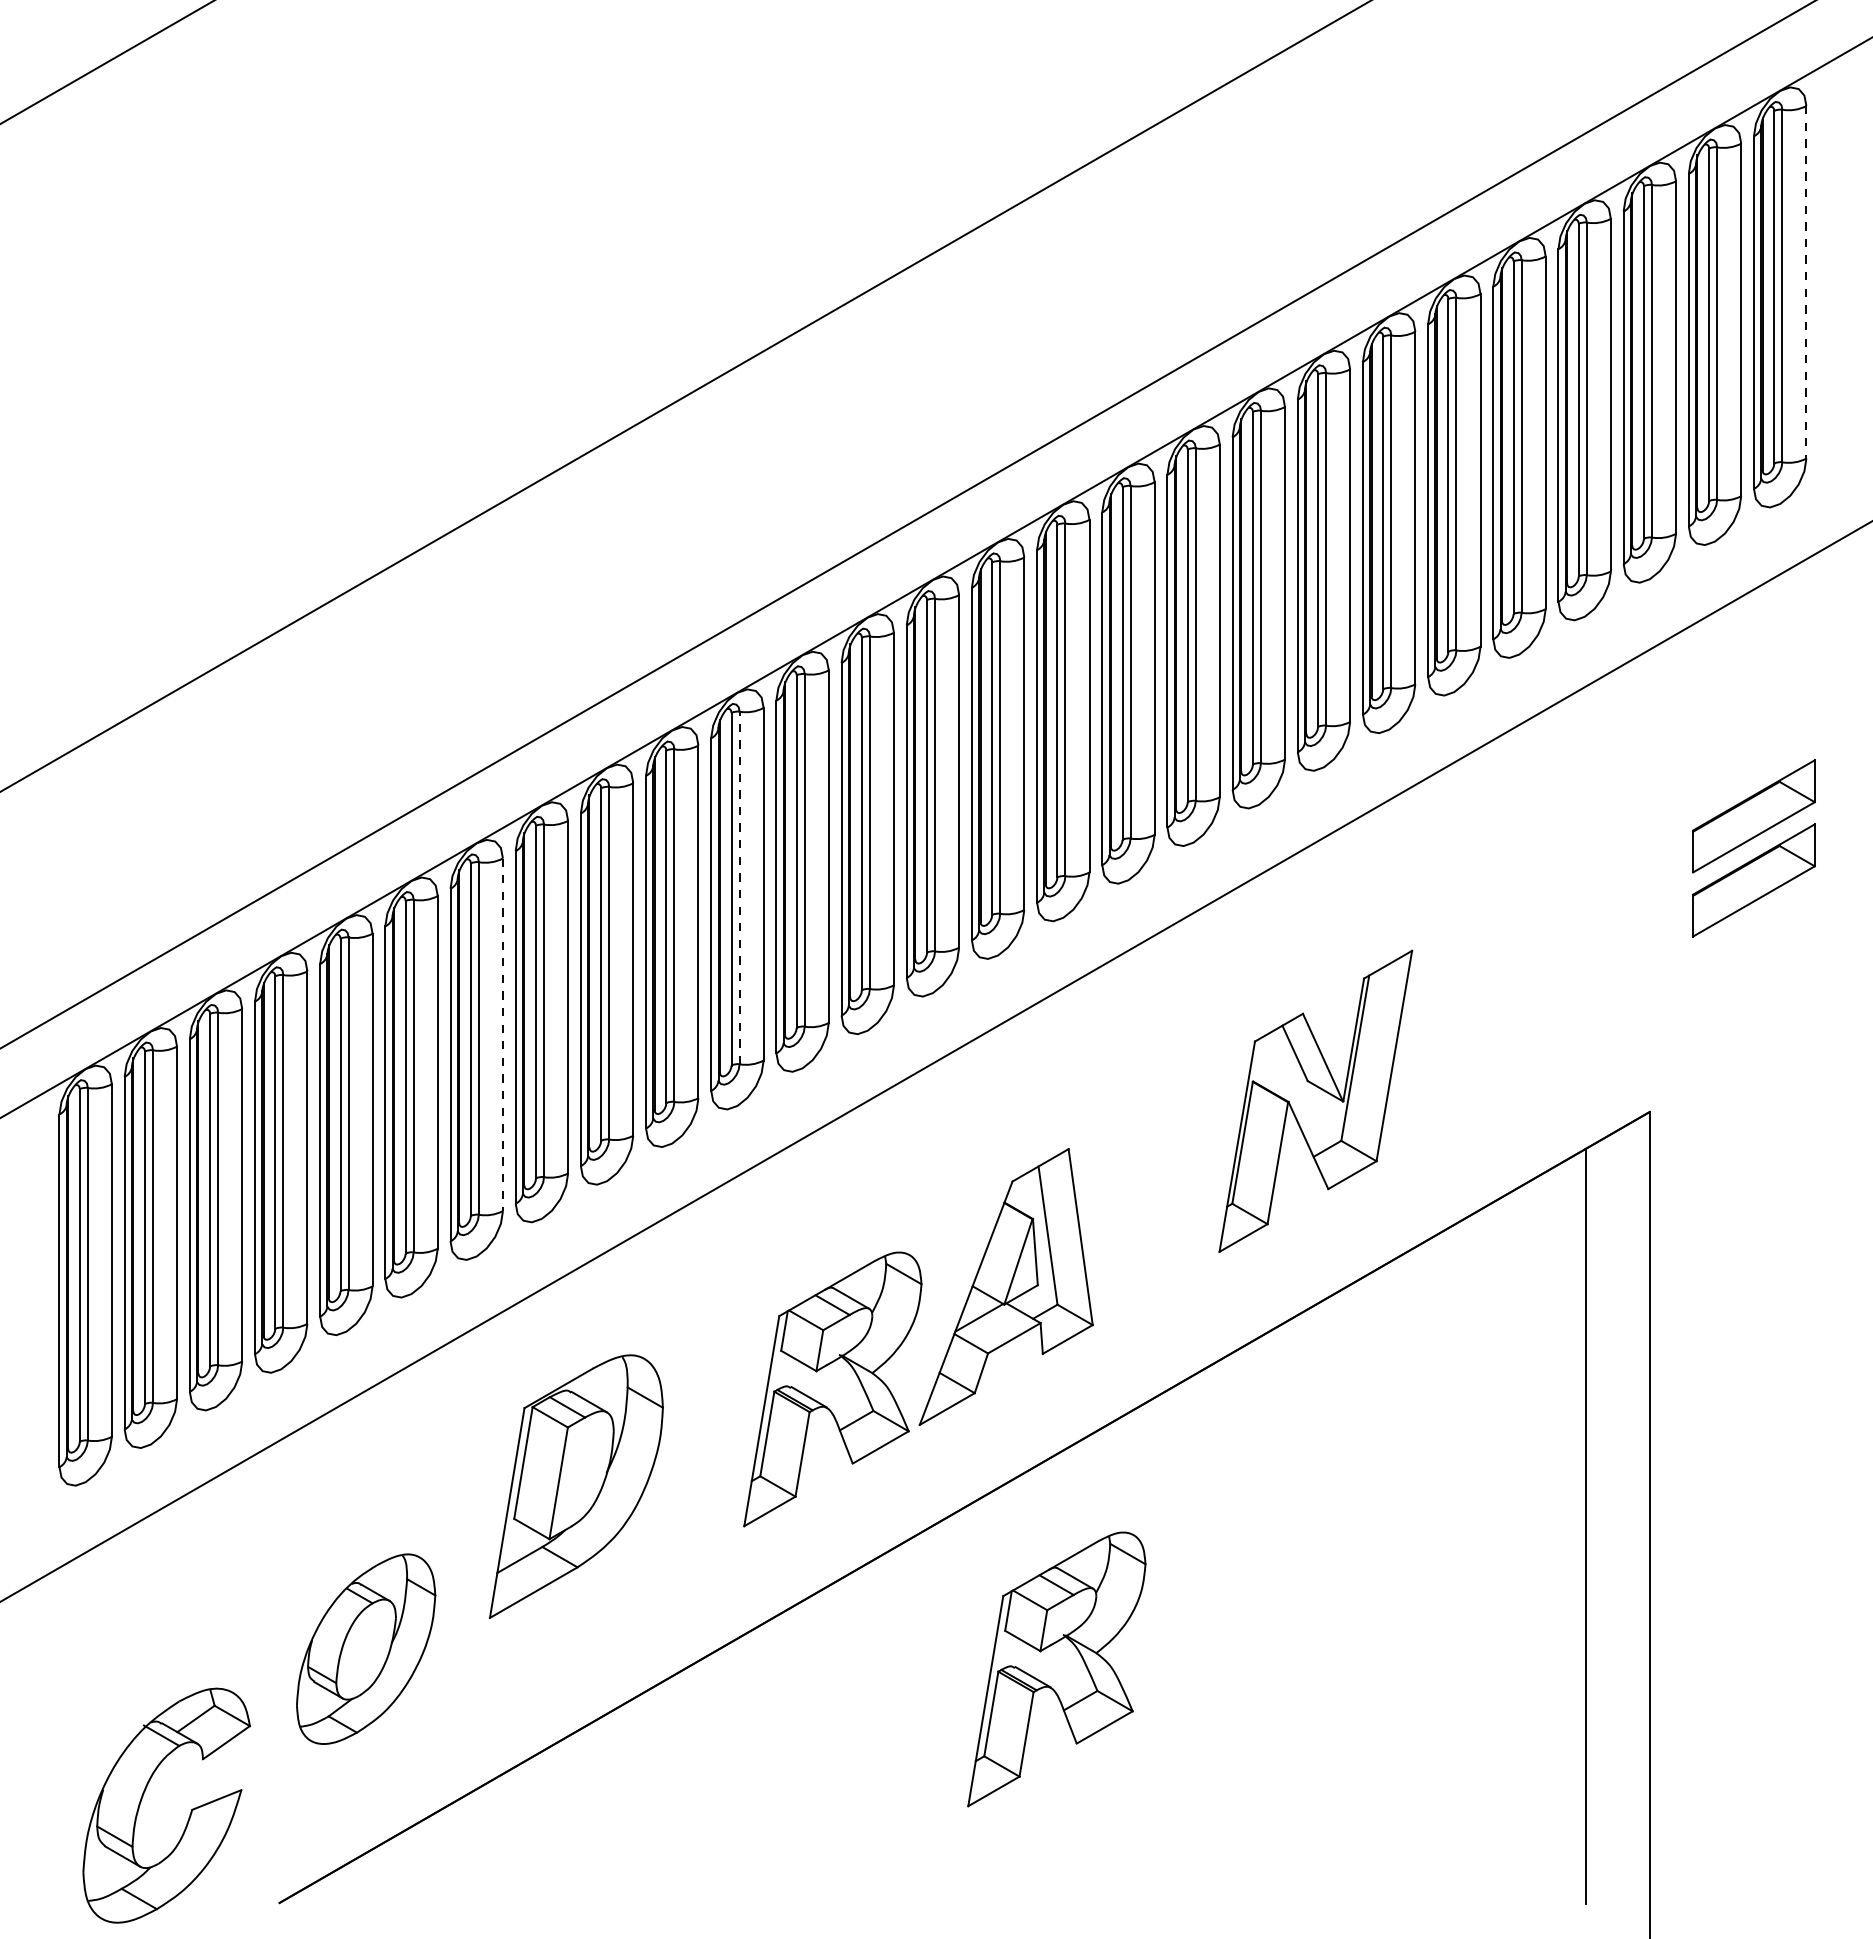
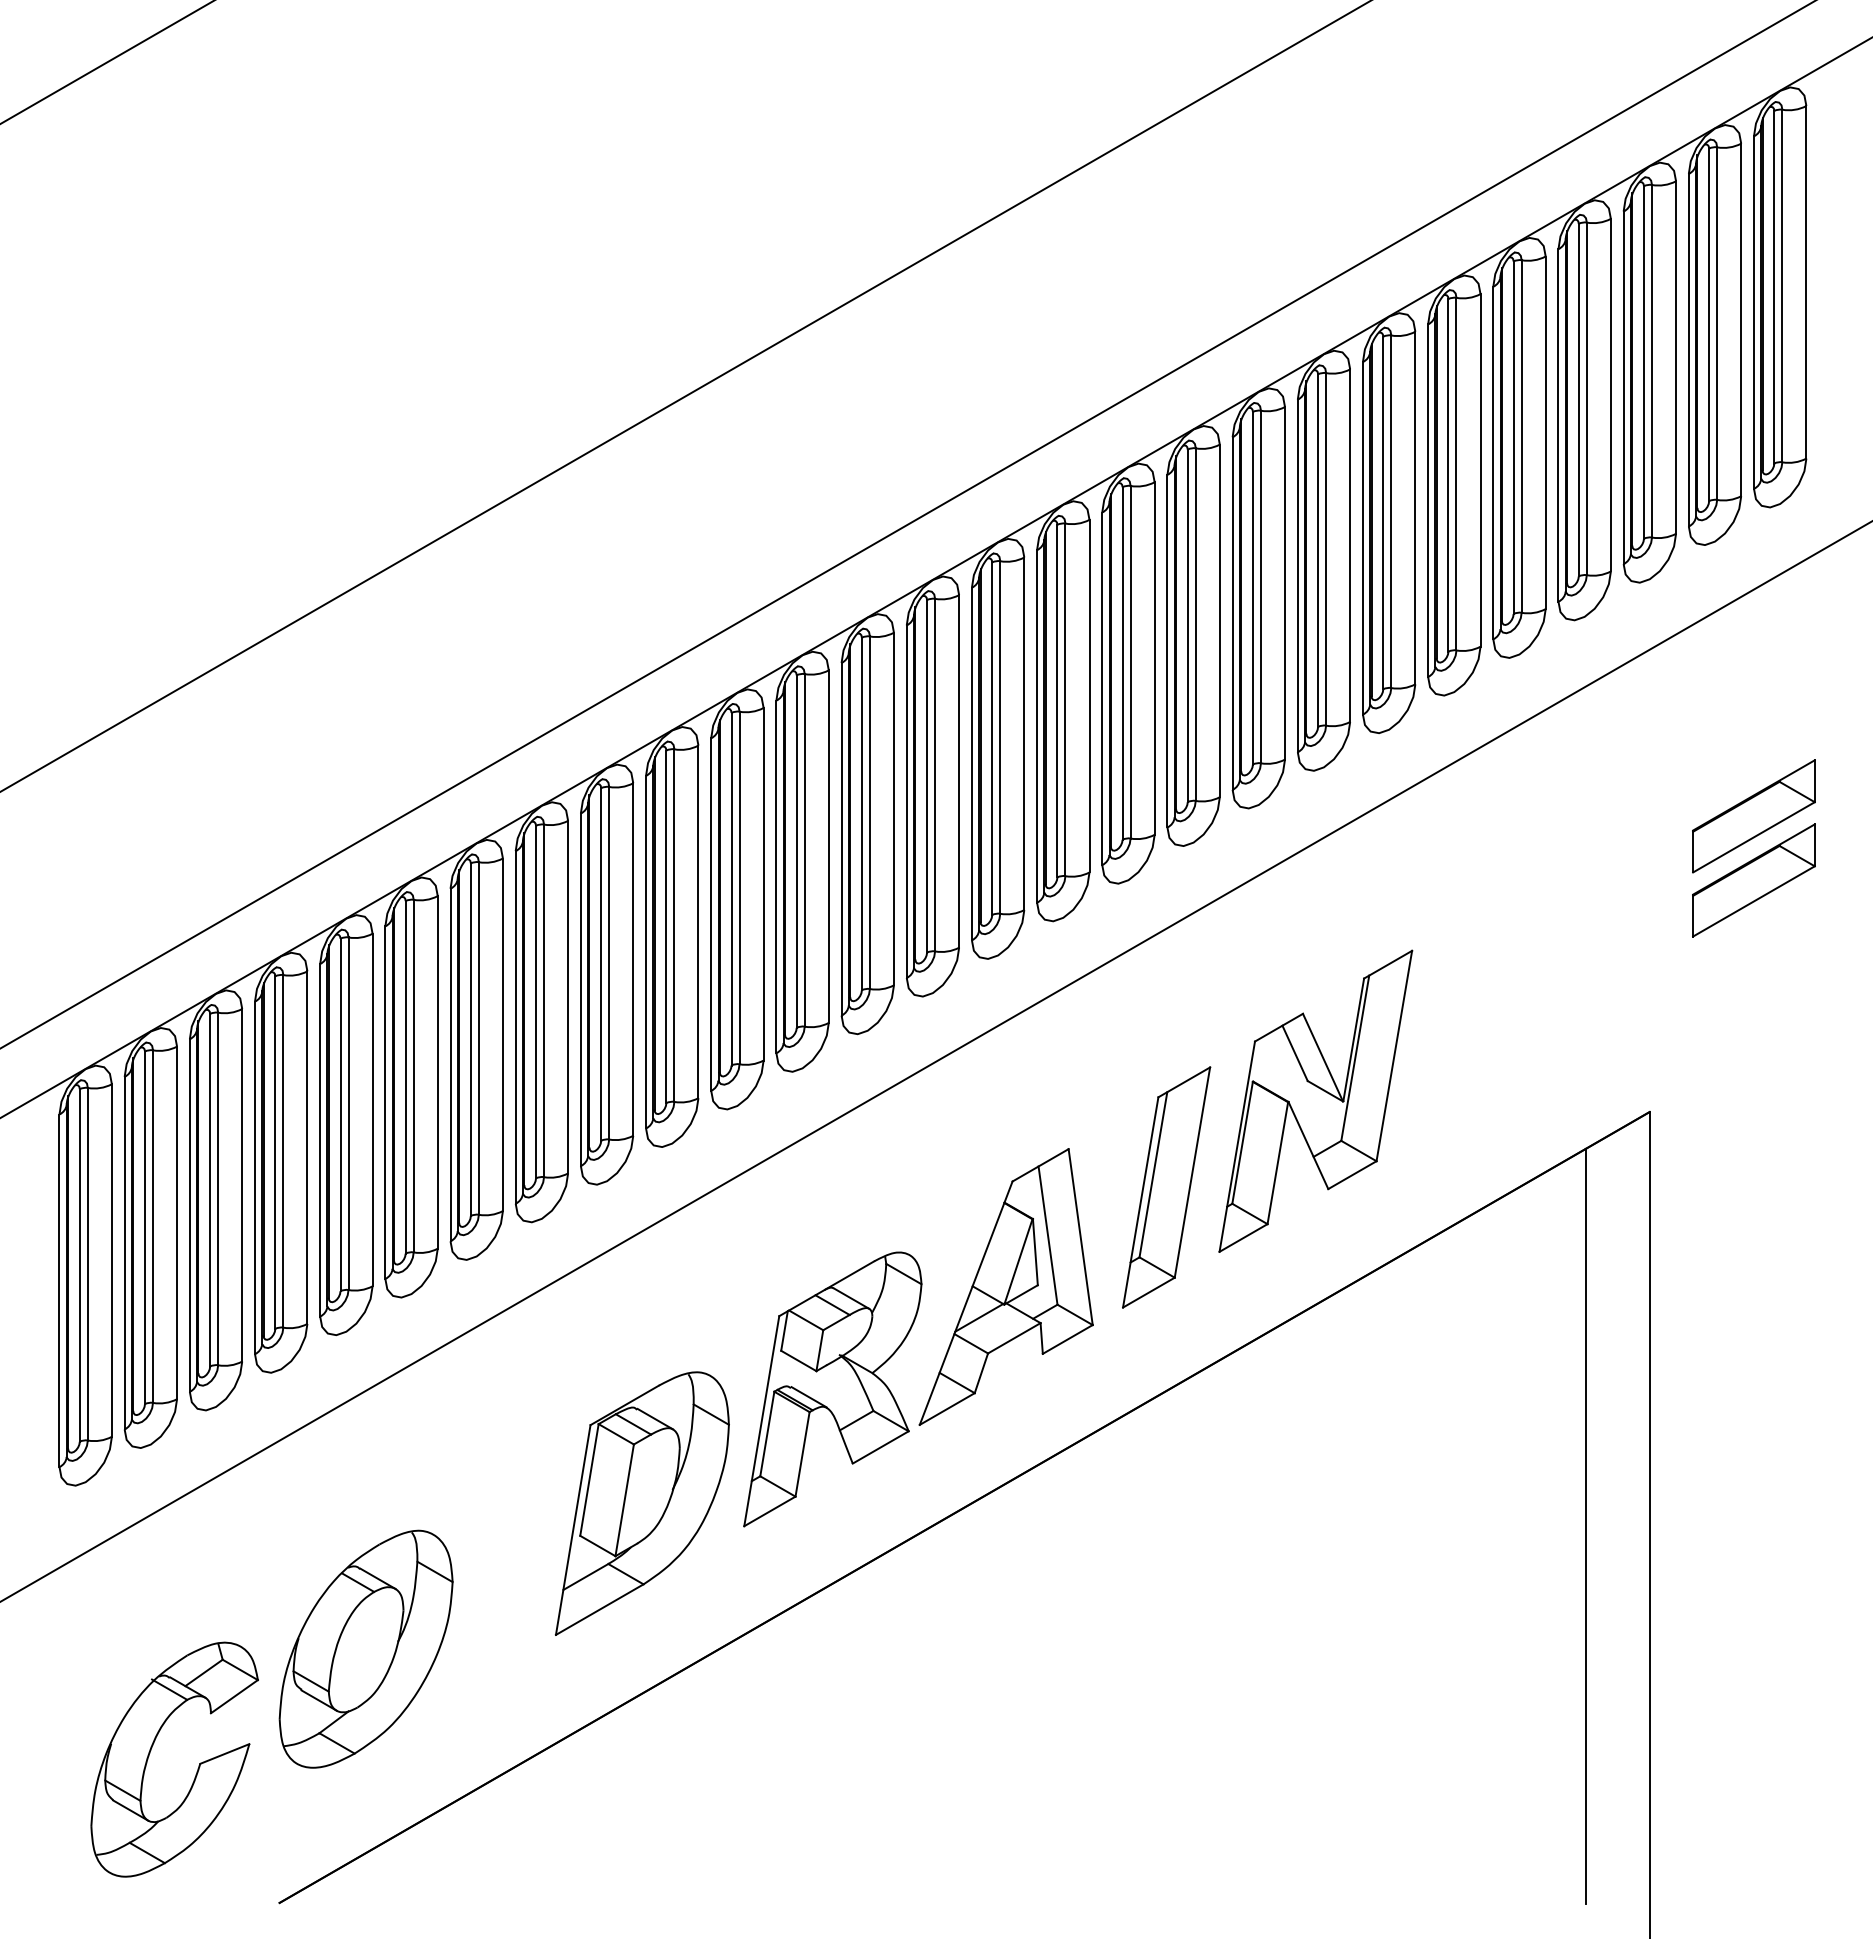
line at (1806, 282): dashed -> solid
line at (739, 887): dashed -> solid
line at (502, 1035): dashed -> solid
part at (1166, 1187): none -> present
part at (575, 1486) position: (575, 1486) -> (641, 1503)
part at (366, 1648) size: 141x192 px -> 176x240 px
part at (1056, 1669): present -> none
part at (143, 1796) position: (143, 1796) -> (151, 1750)
